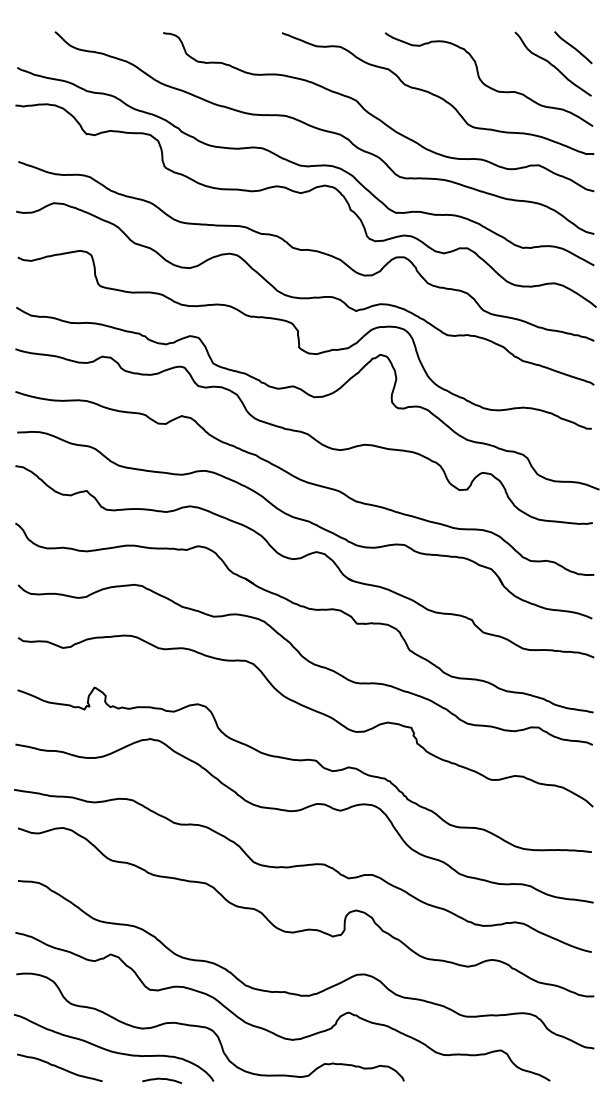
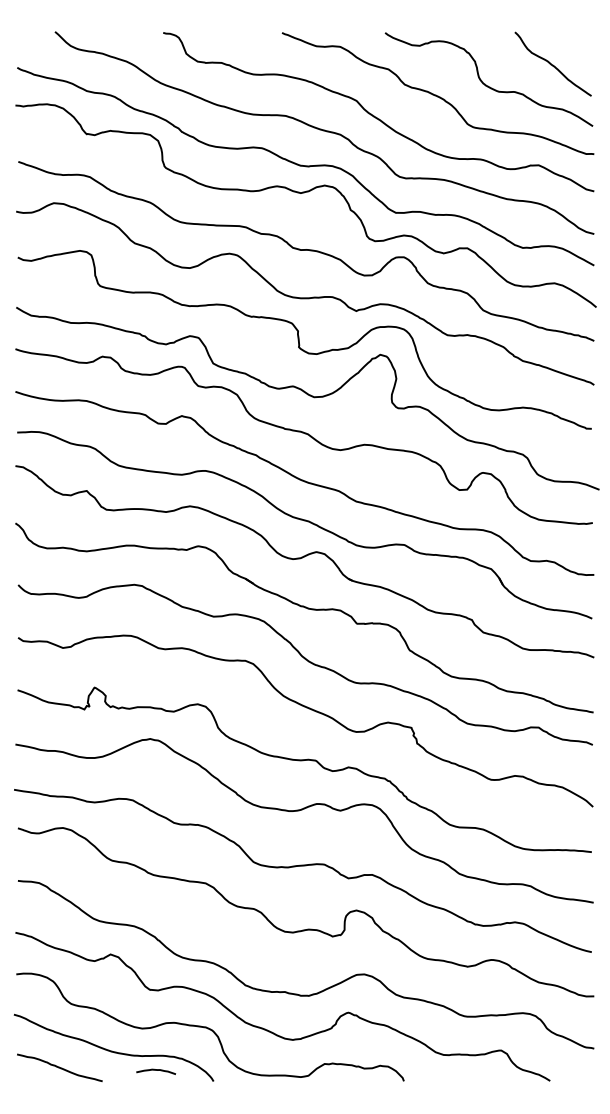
line at (573, 47): present -> none
curve at (161, 1079) position: (161, 1079) -> (155, 1070)
